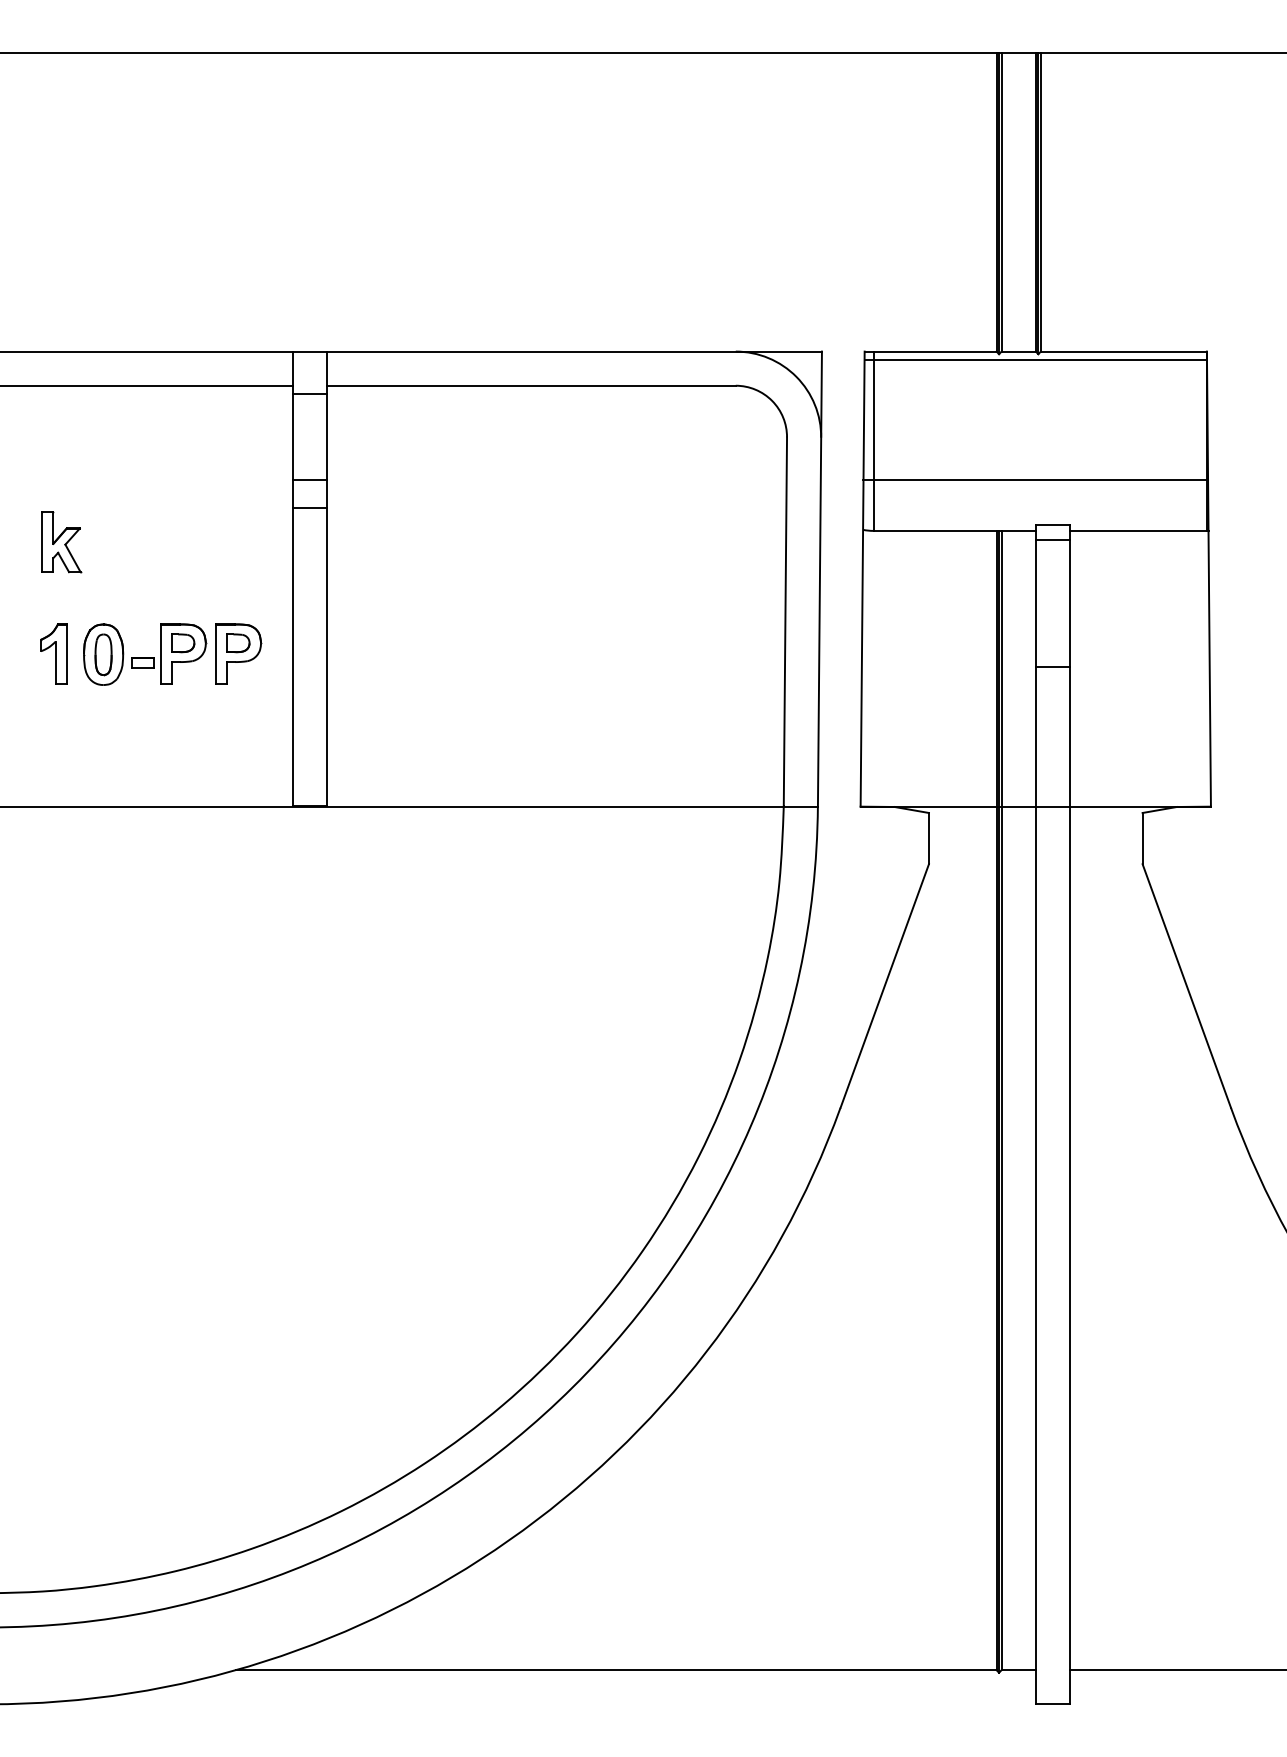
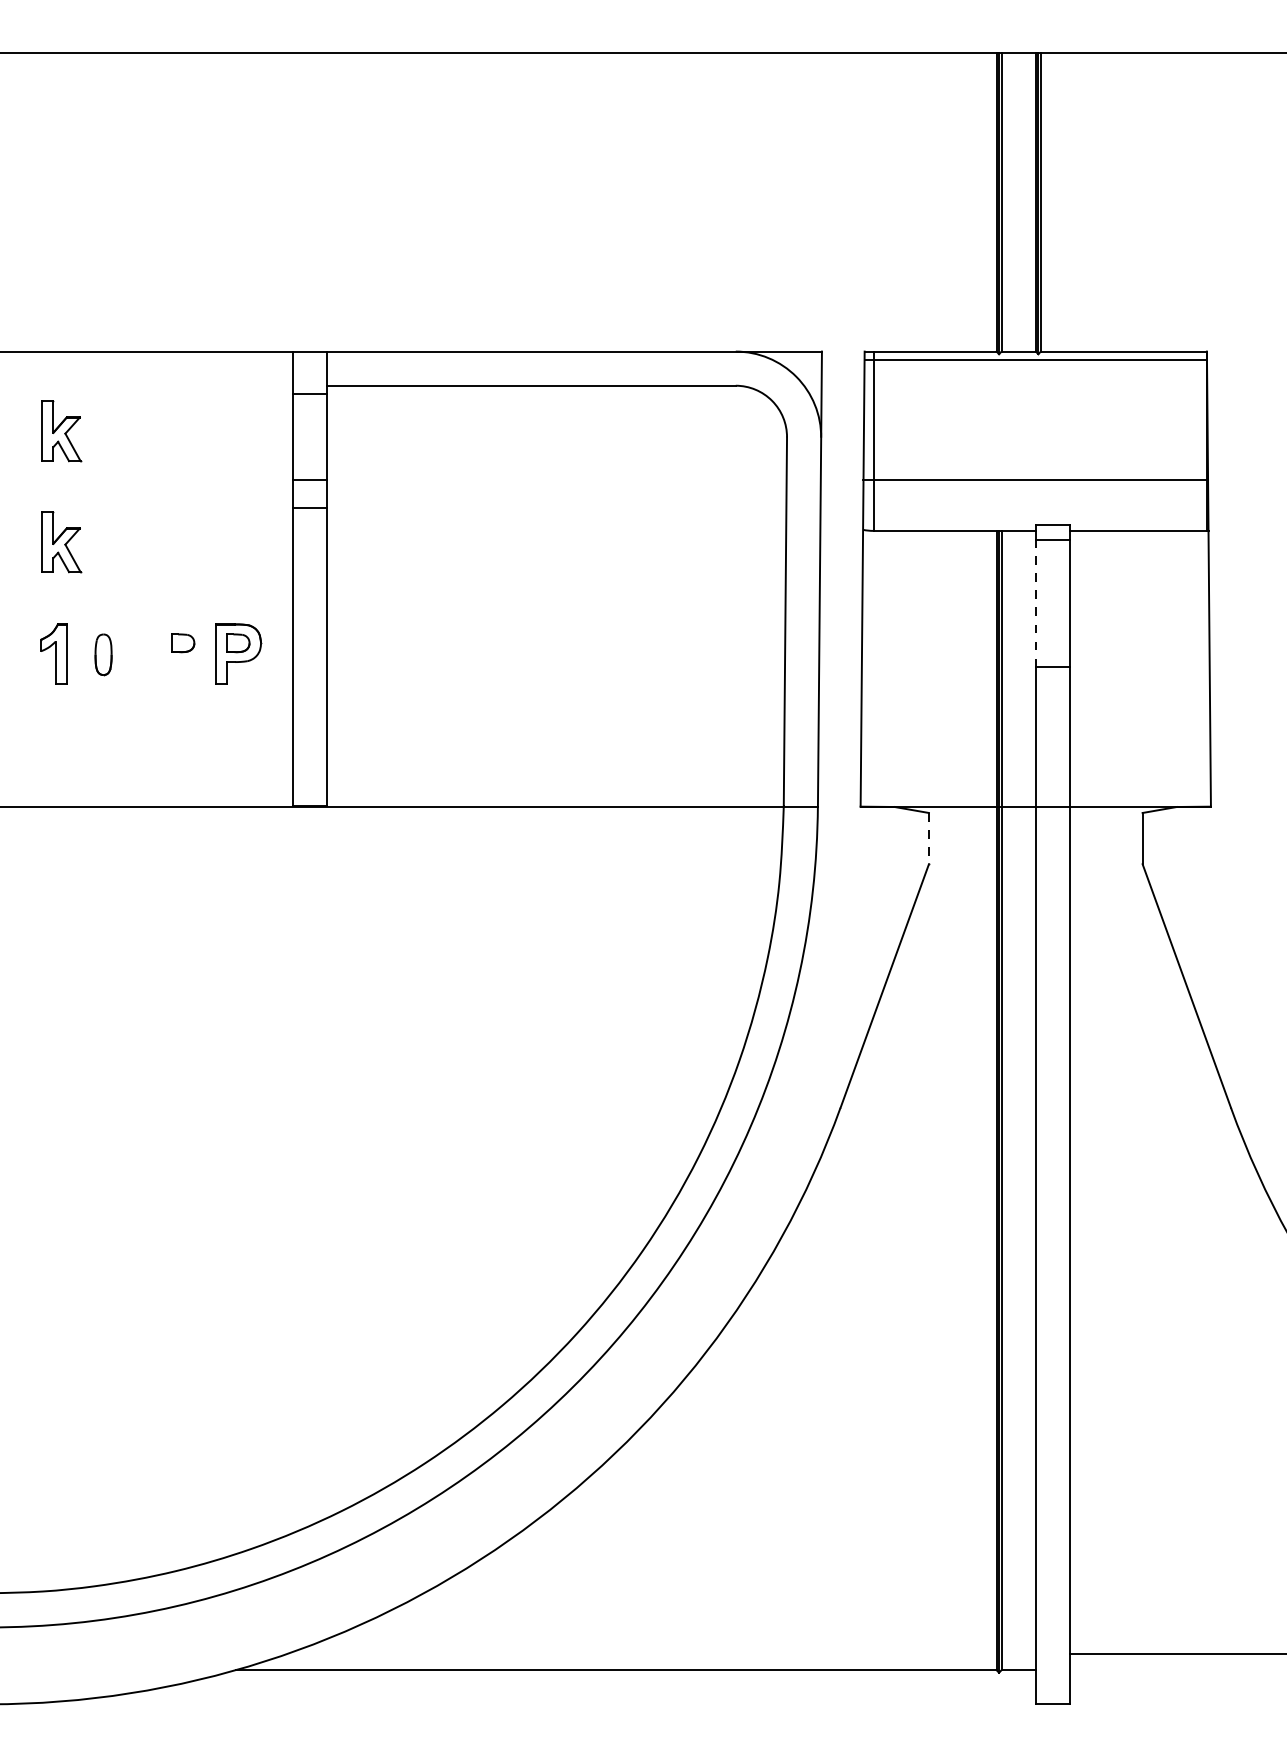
line at (147, 385): present -> none
part at (61, 431): none -> present
line at (1035, 603): solid -> dashed
part at (145, 654): present -> none
line at (928, 838): solid -> dashed
line at (1176, 1670) position: (1176, 1670) -> (1176, 1654)
